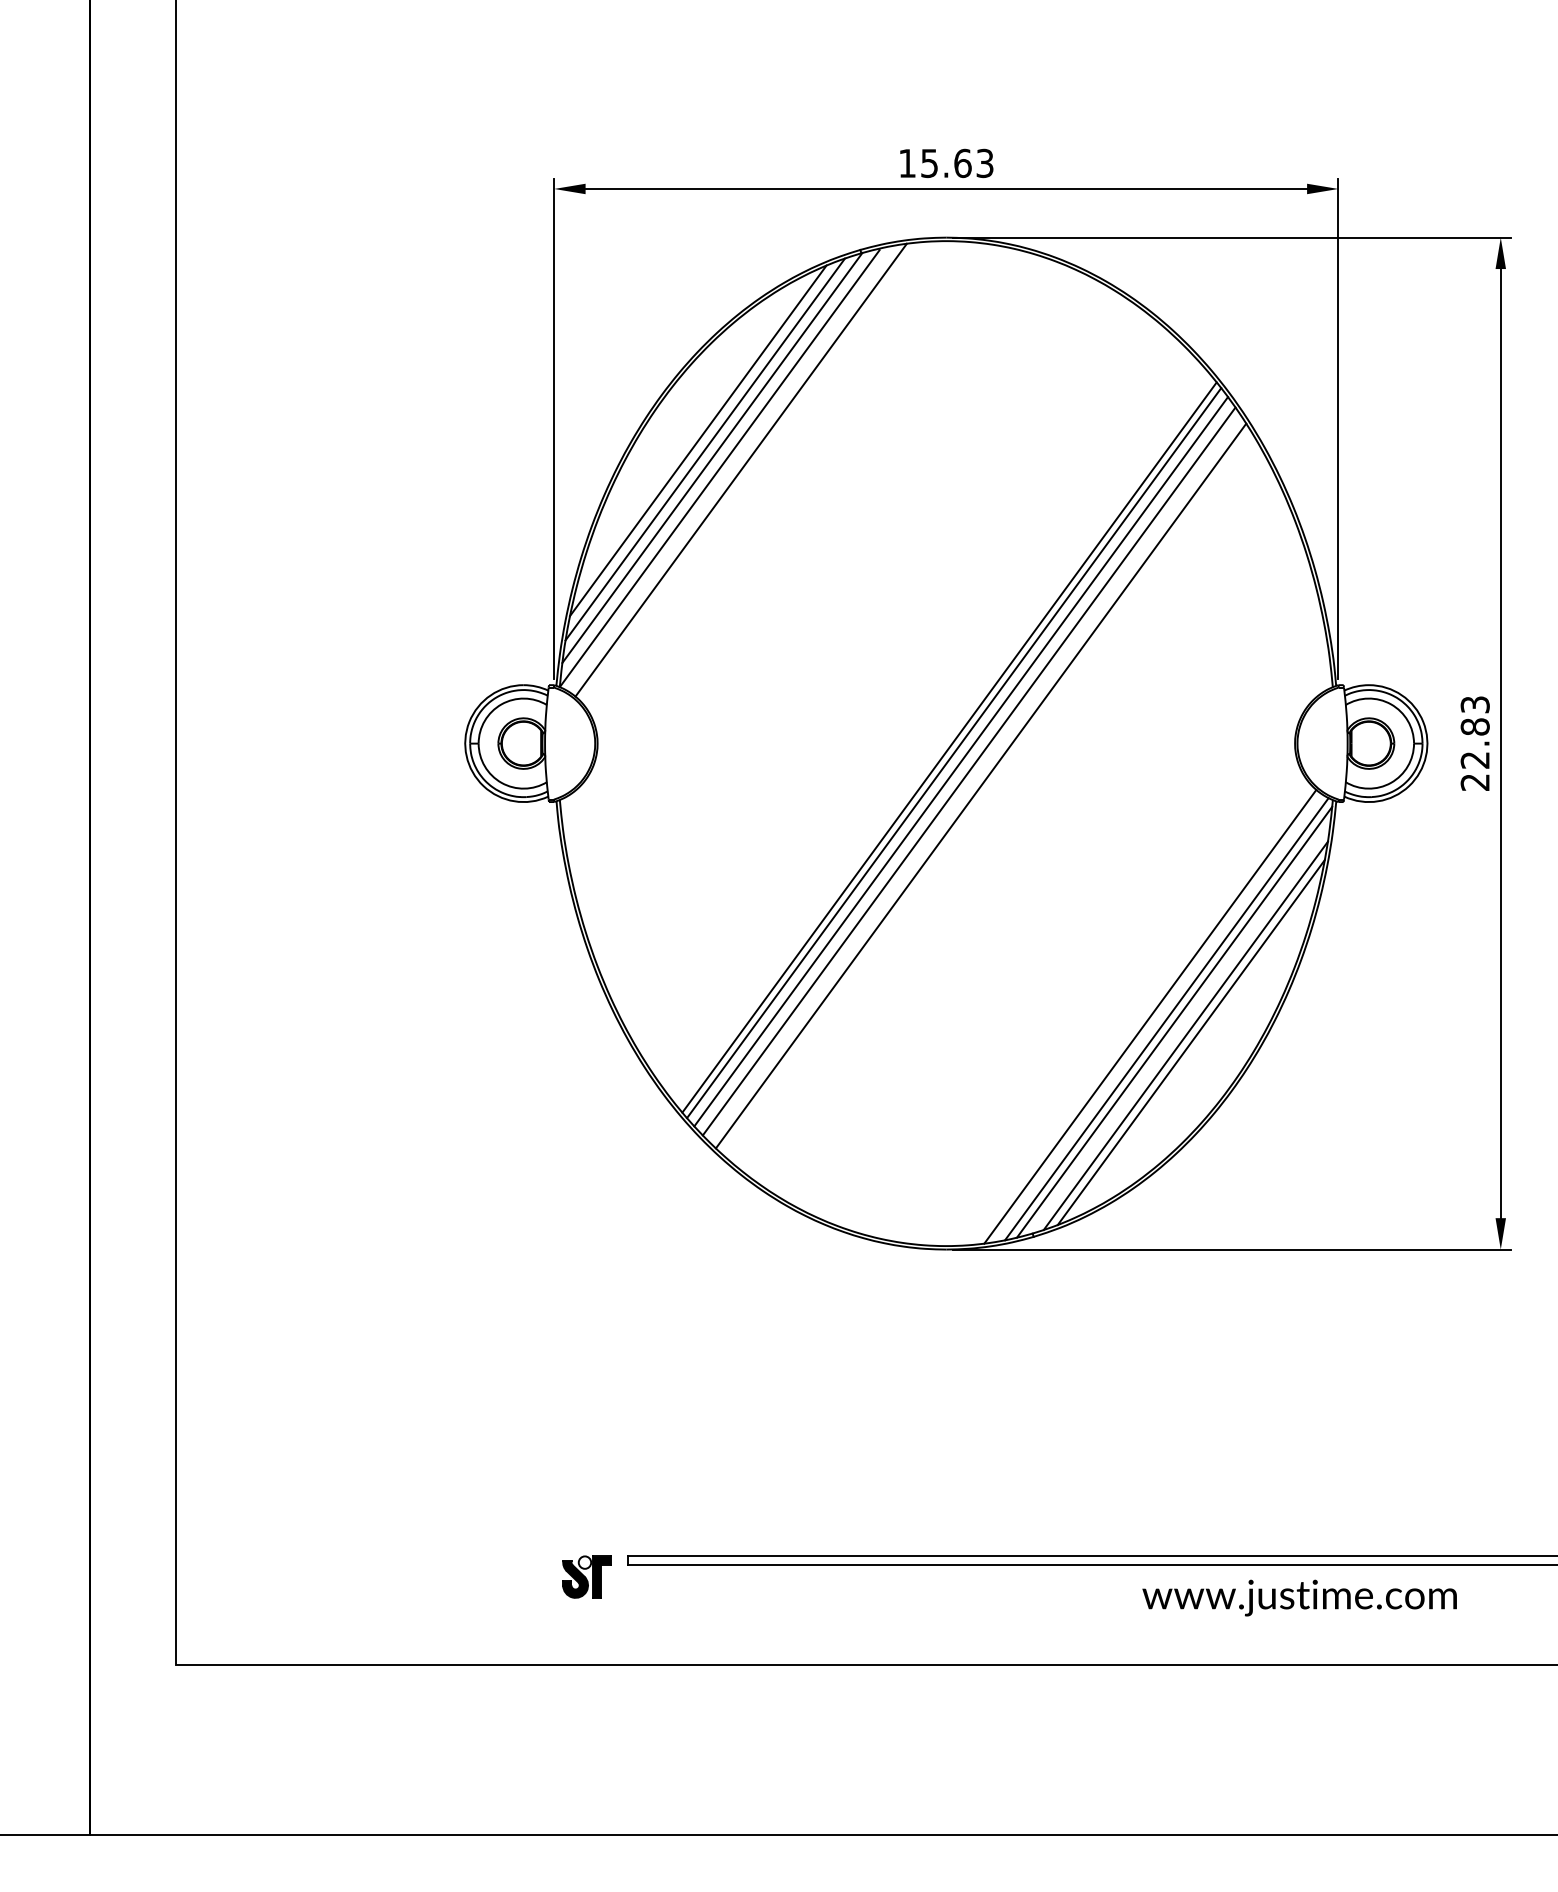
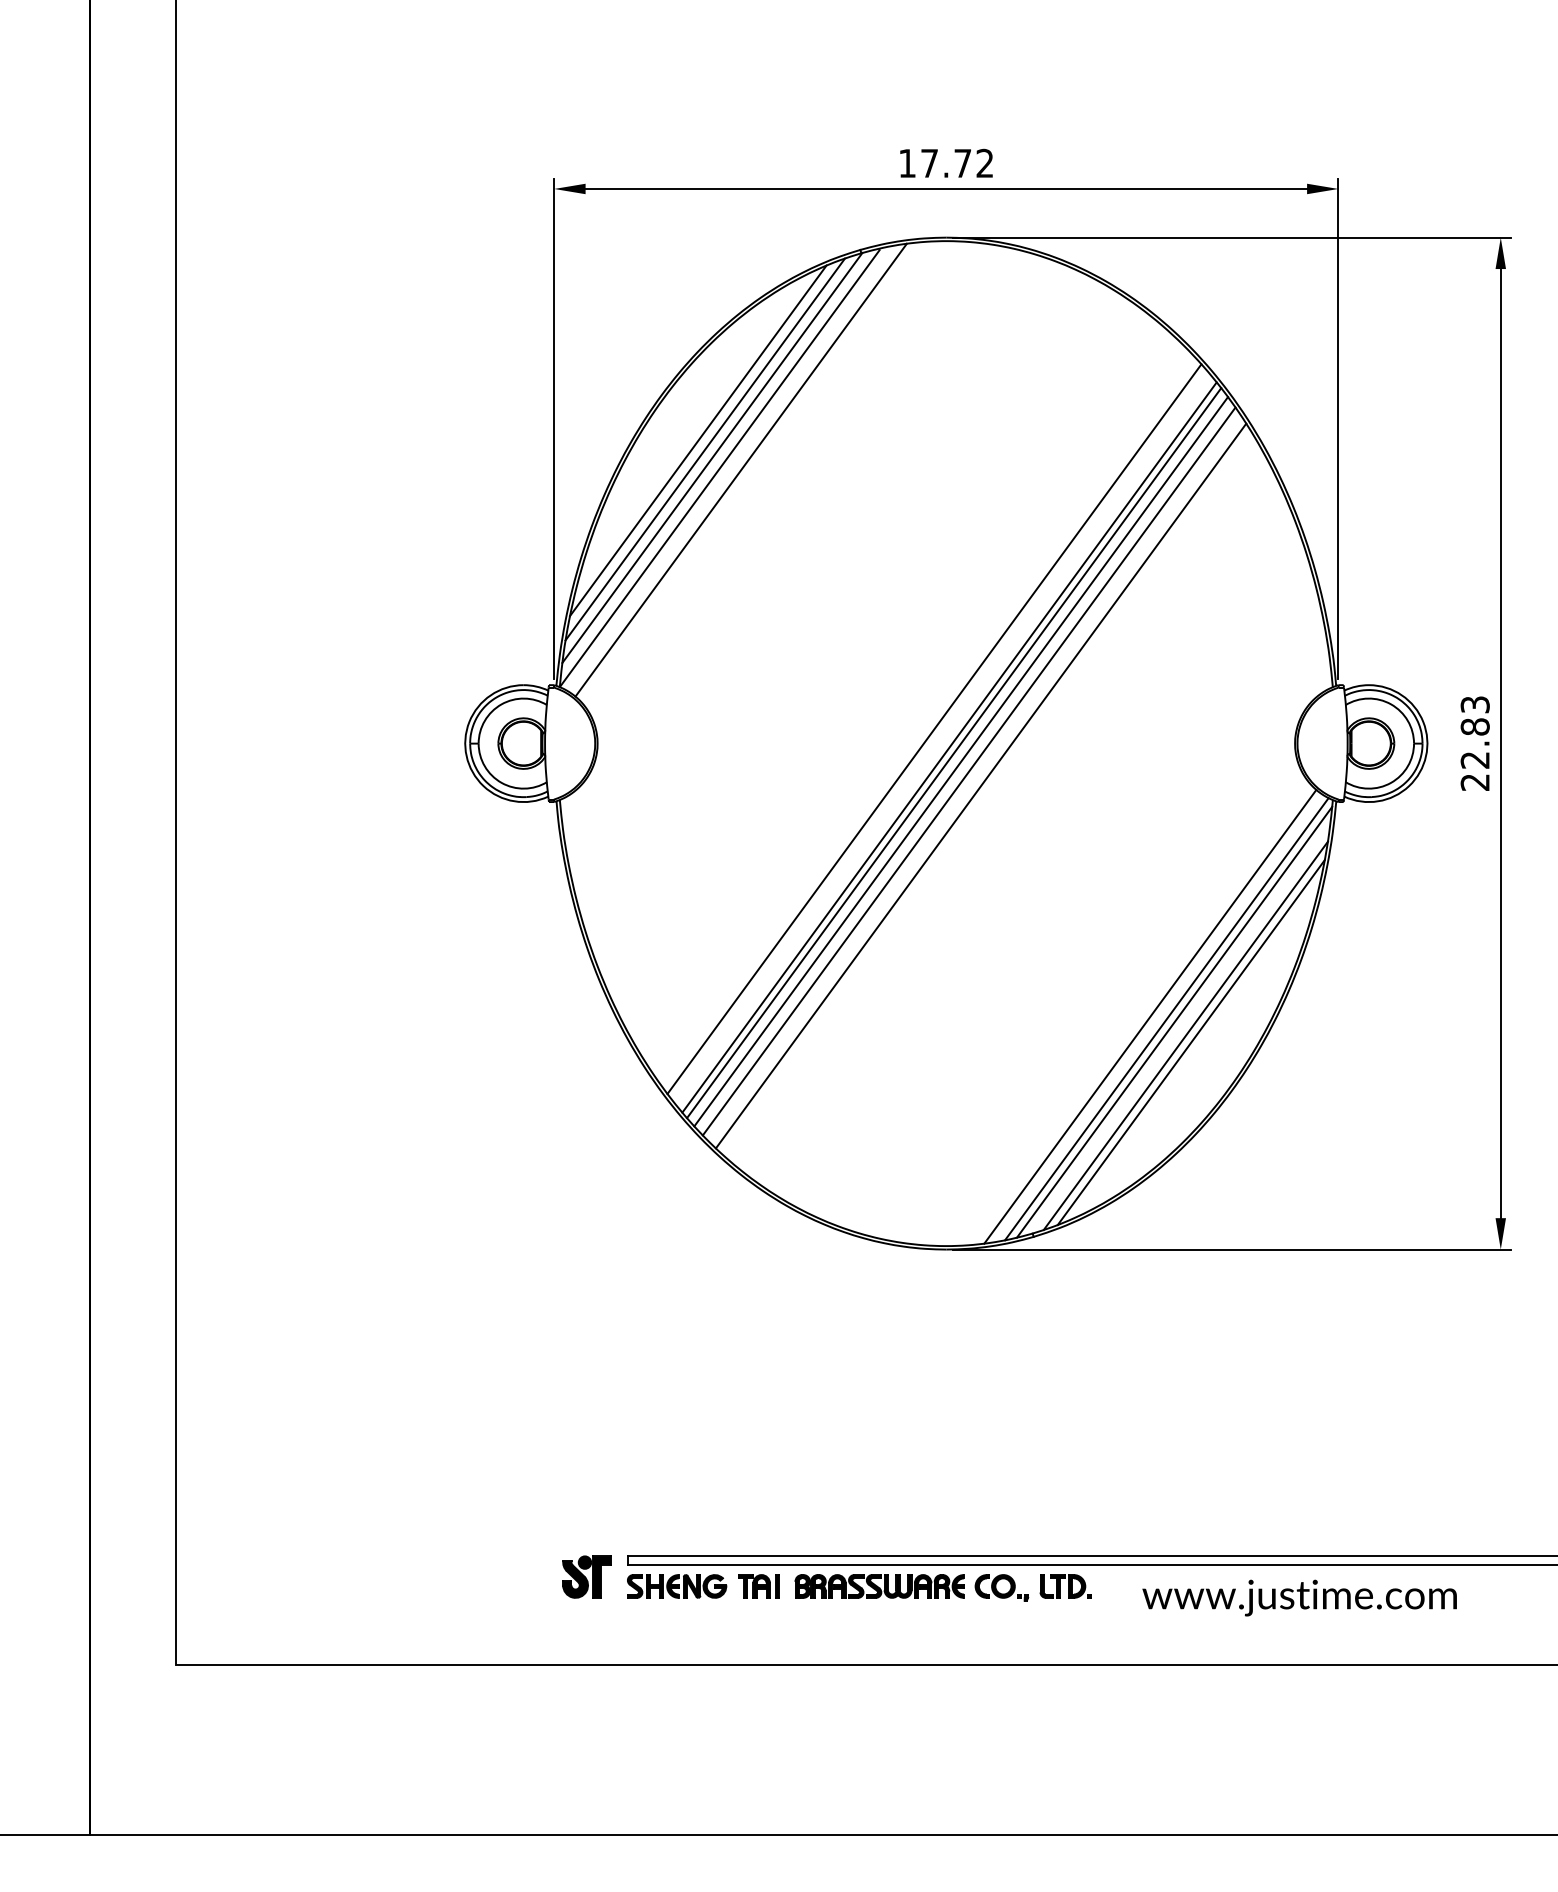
text at (957, 163): 15.63 -> 17.72
line at (934, 728): none -> present
fill at (584, 1562): none -> present
part at (859, 1587): none -> present
